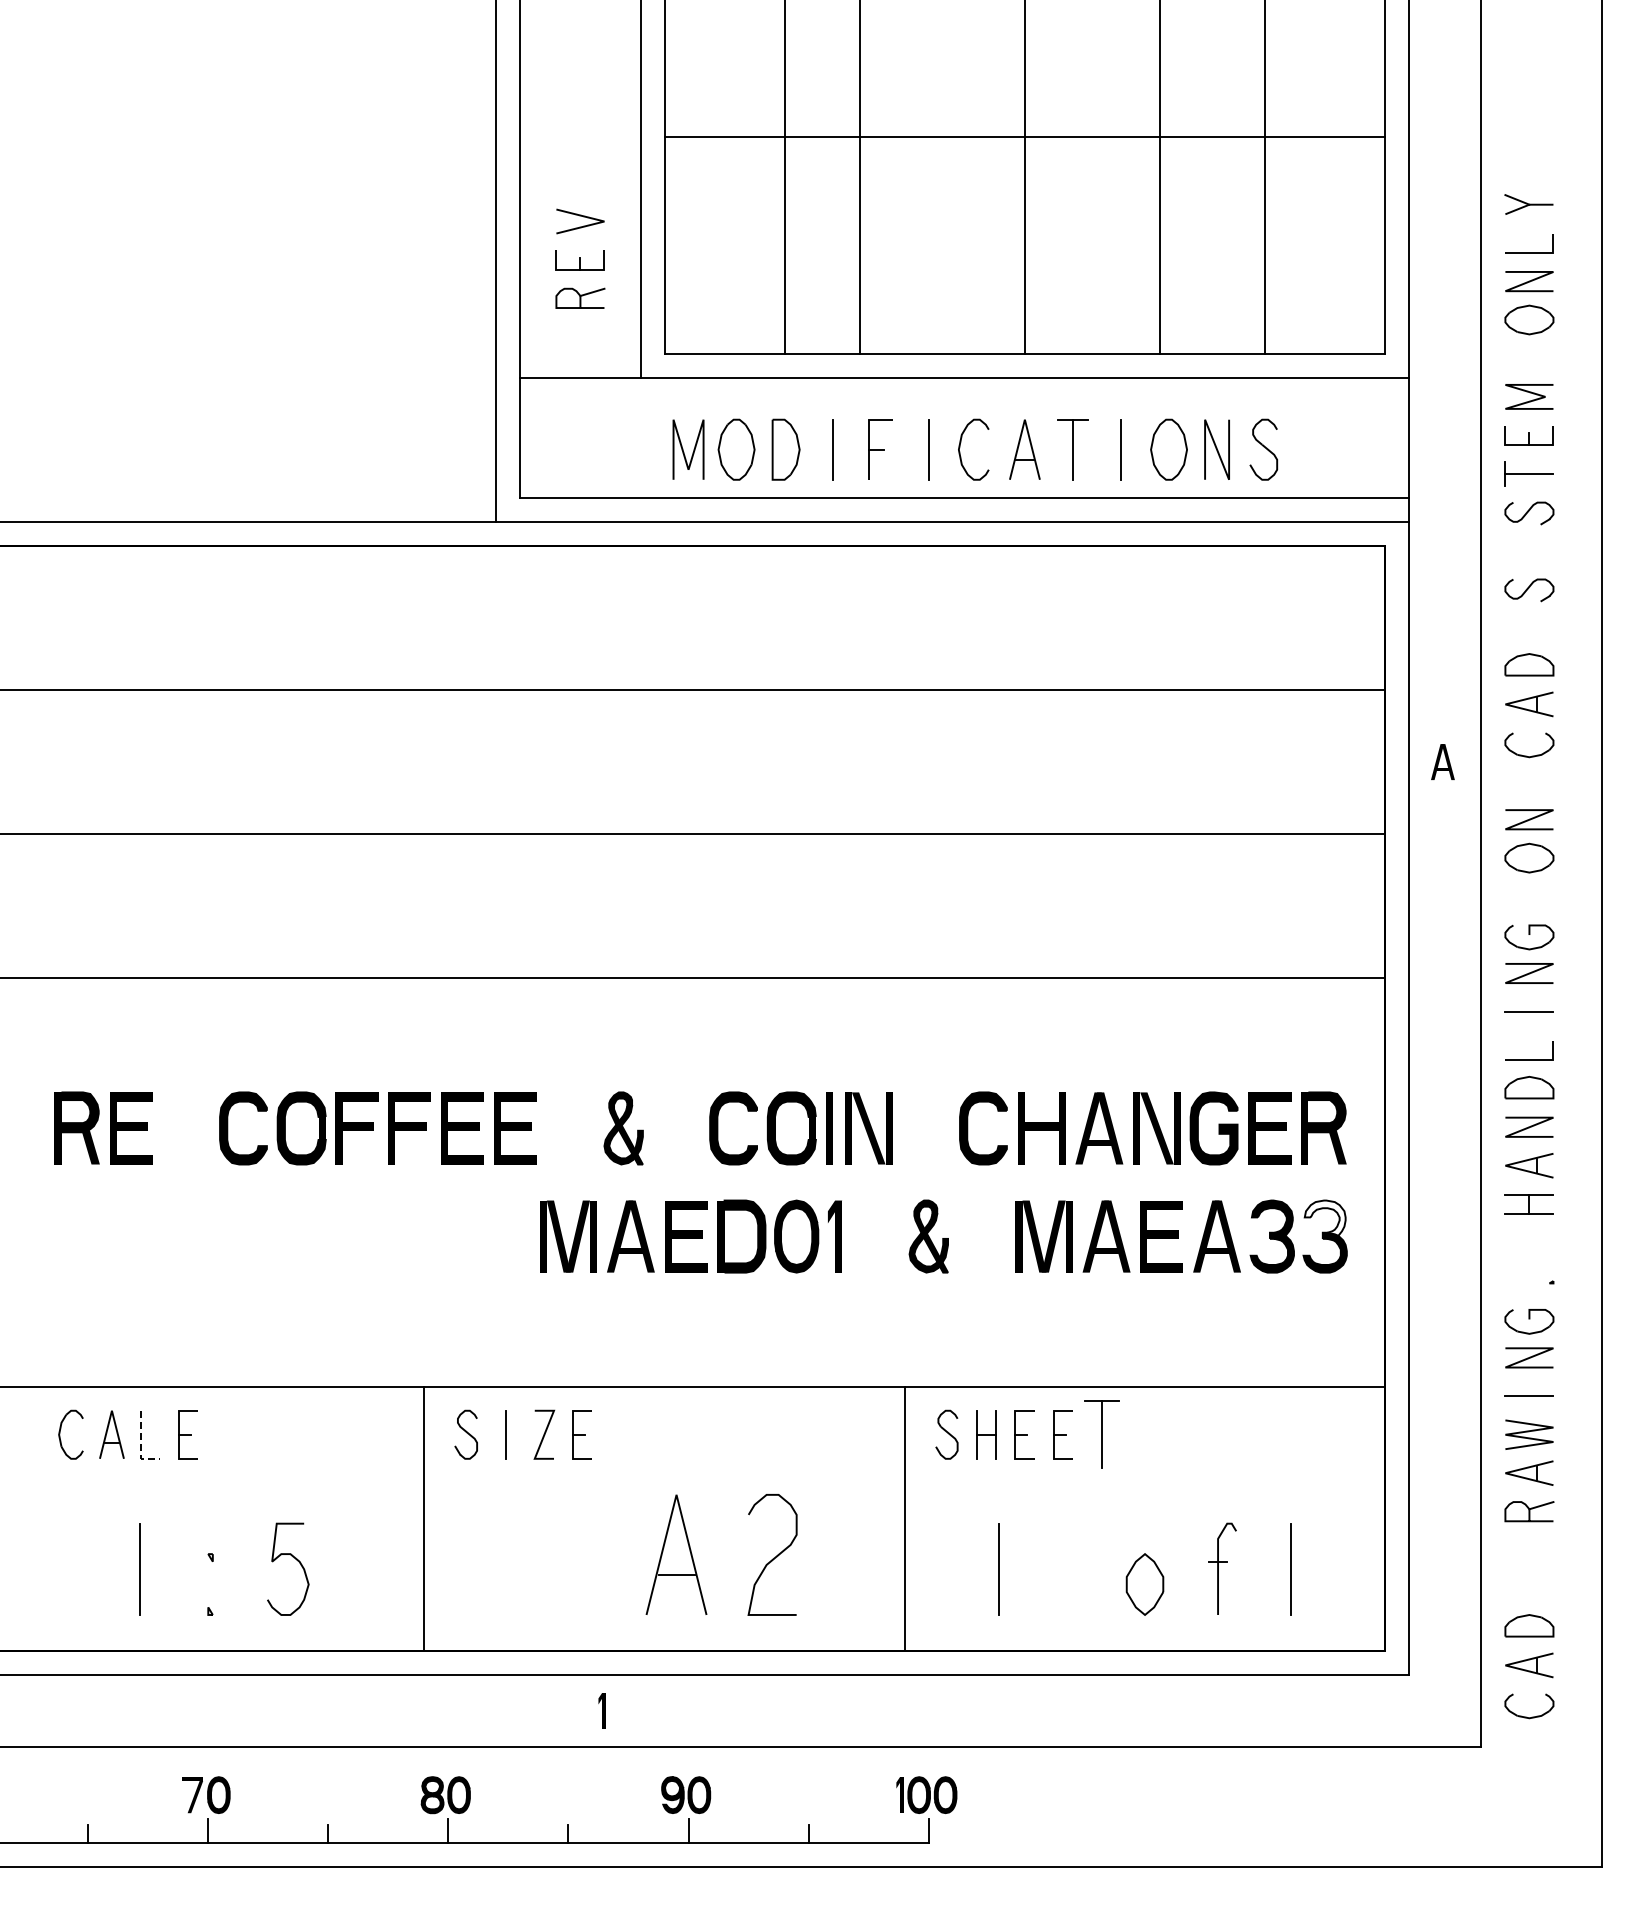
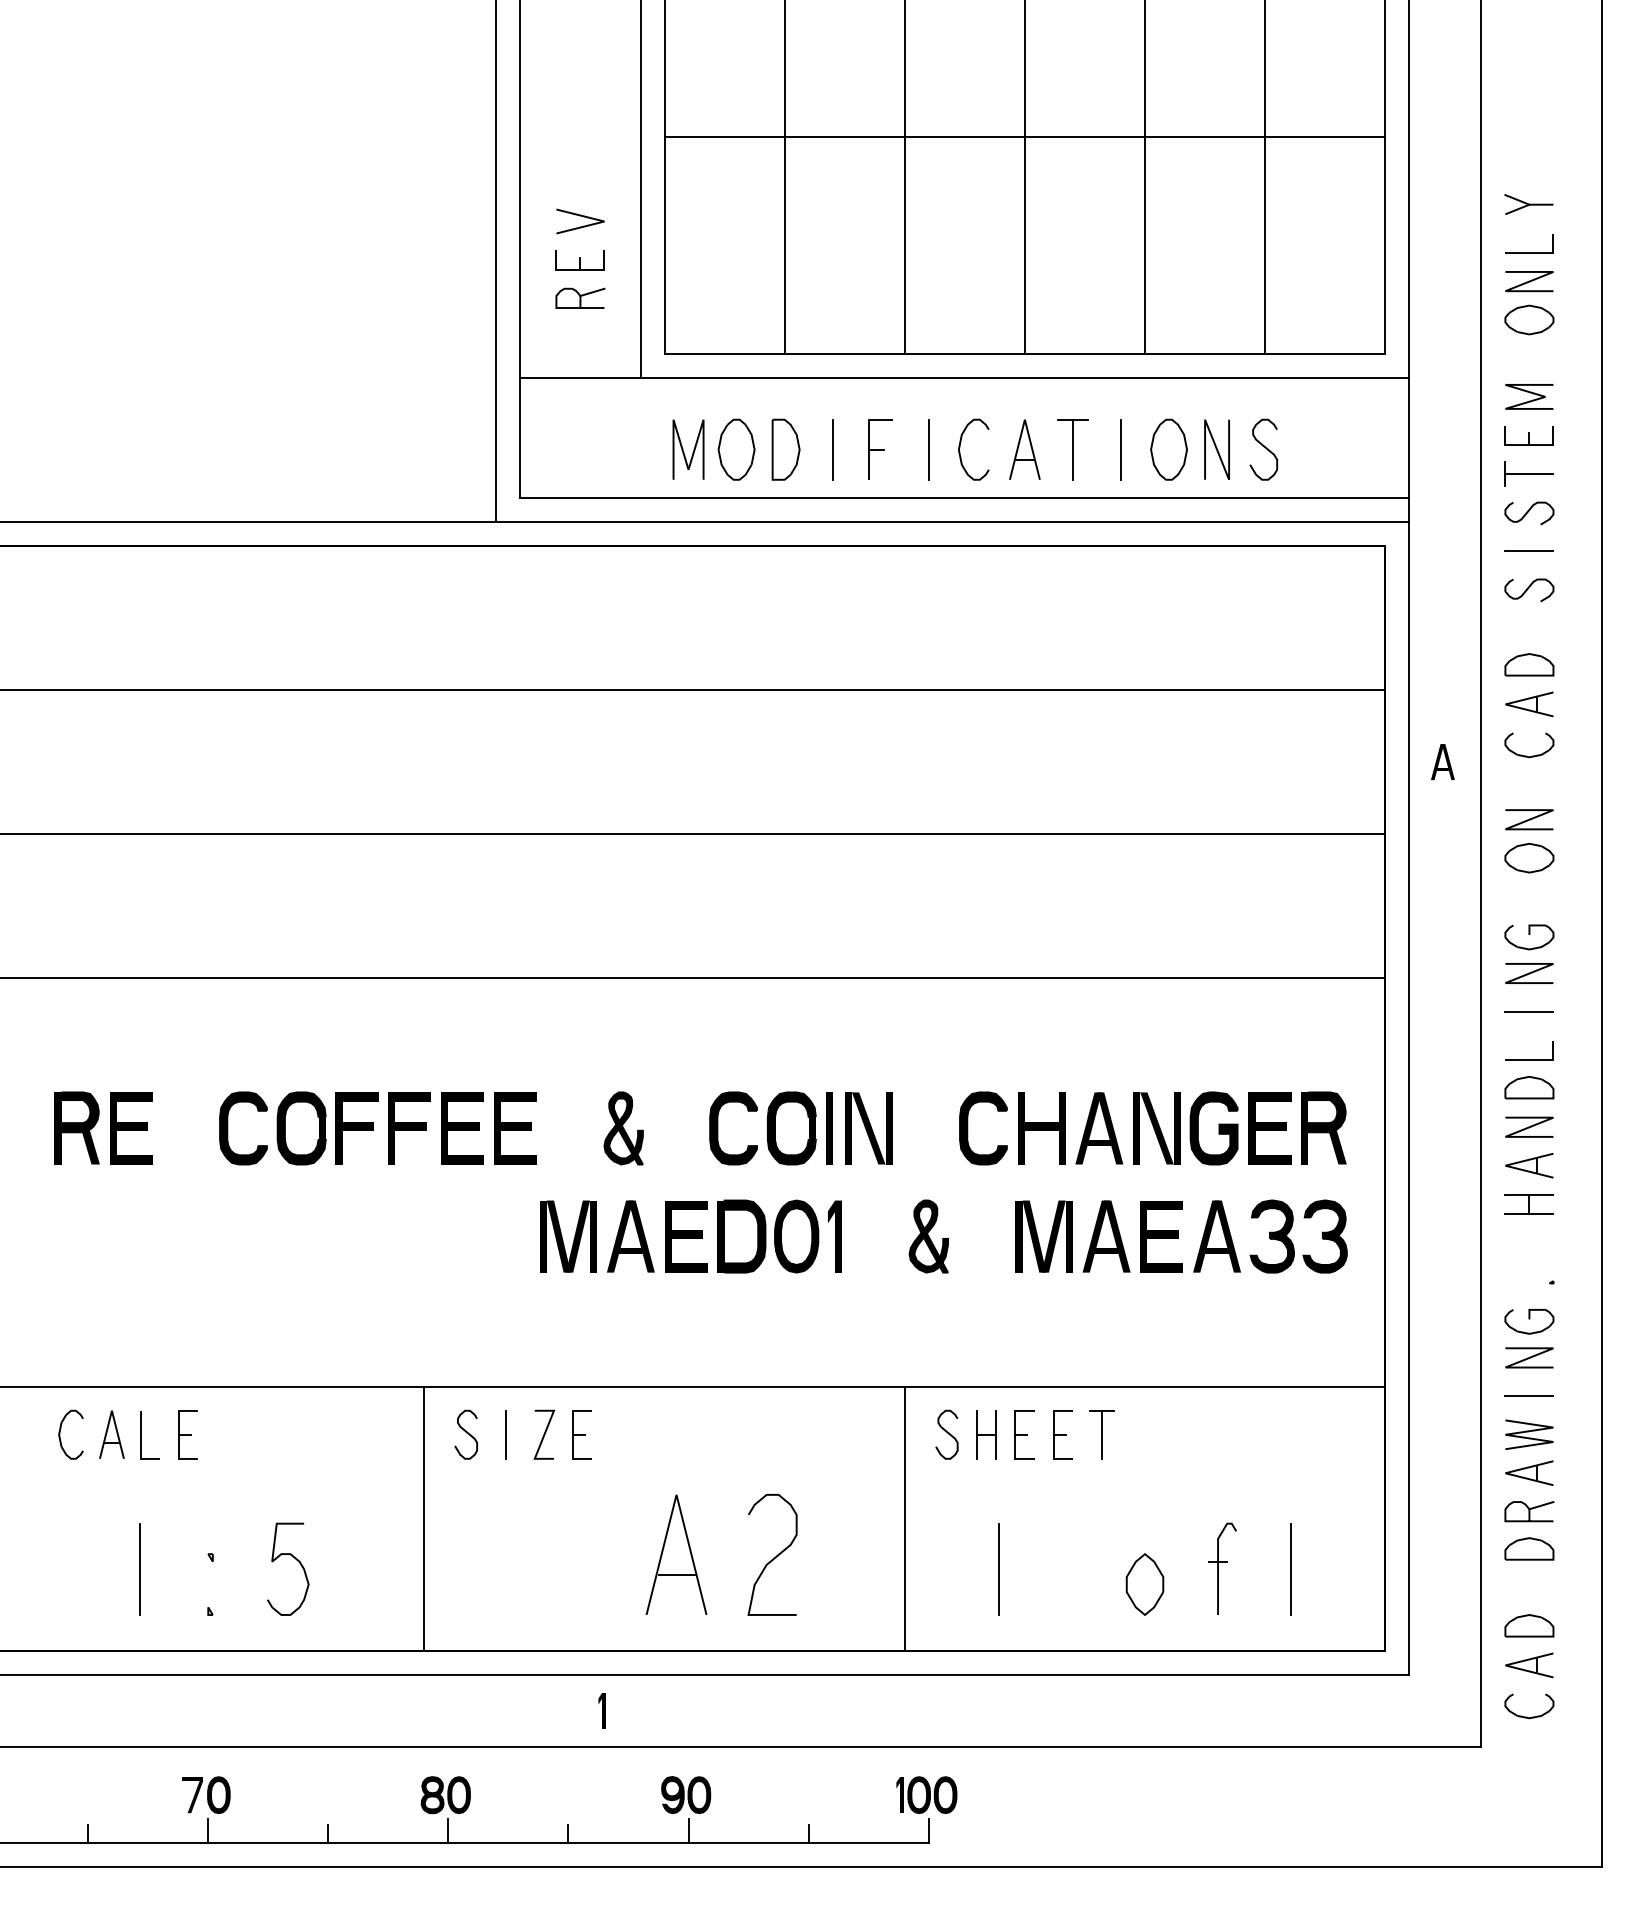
line at (859, 177) position: (859, 177) -> (904, 177)
line at (1160, 177) position: (1160, 177) -> (1145, 177)
line at (1529, 550): none -> present
fill at (1324, 1219): none -> present
part at (1101, 1434) size: 36x69 px -> 26x50 px
line at (140, 1445): dashed -> solid
part at (1529, 1548): none -> present
